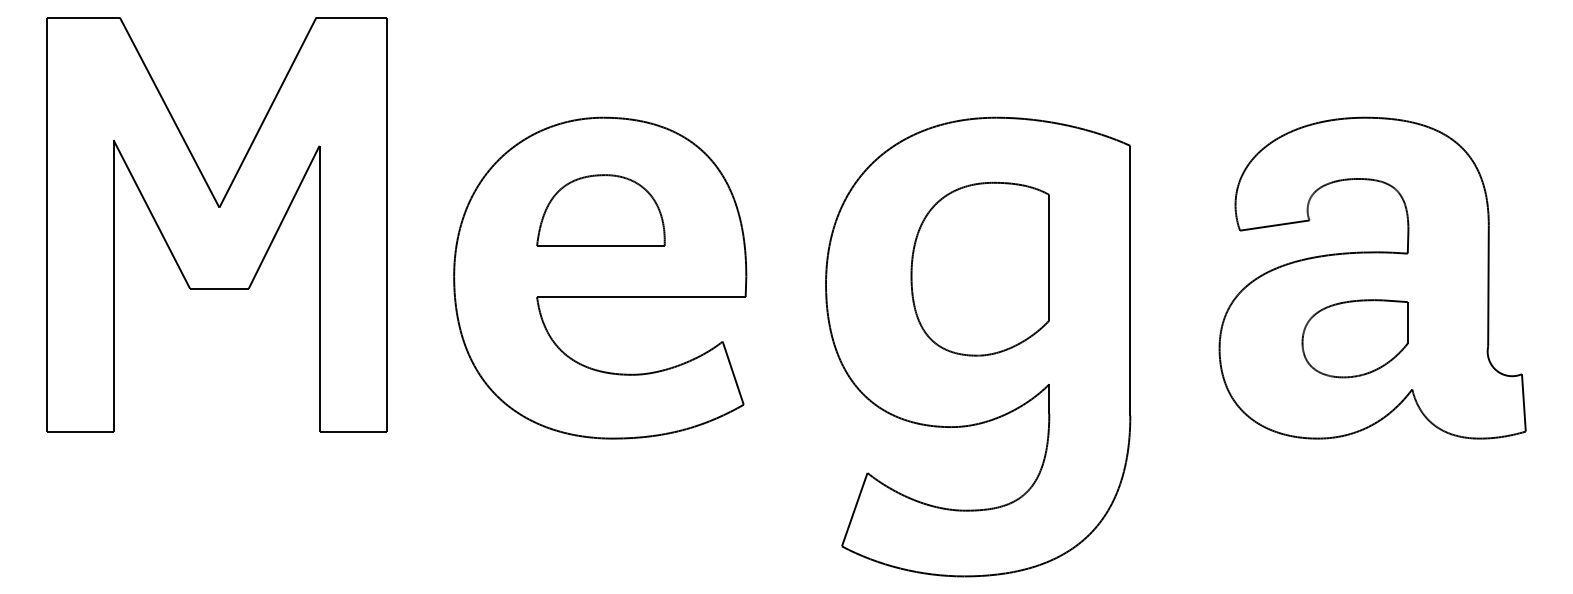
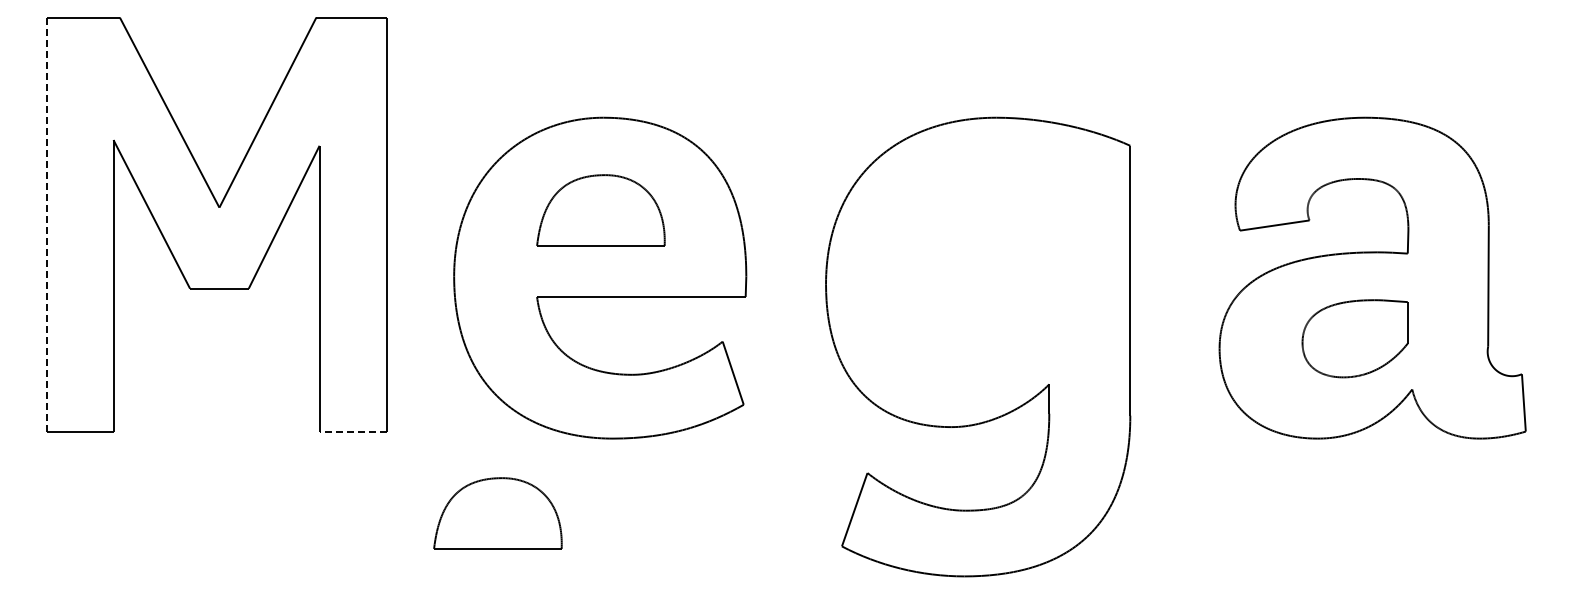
line at (47, 224): solid -> dashed
part at (979, 268): present -> none
line at (353, 432): solid -> dashed
part at (497, 513): none -> present
